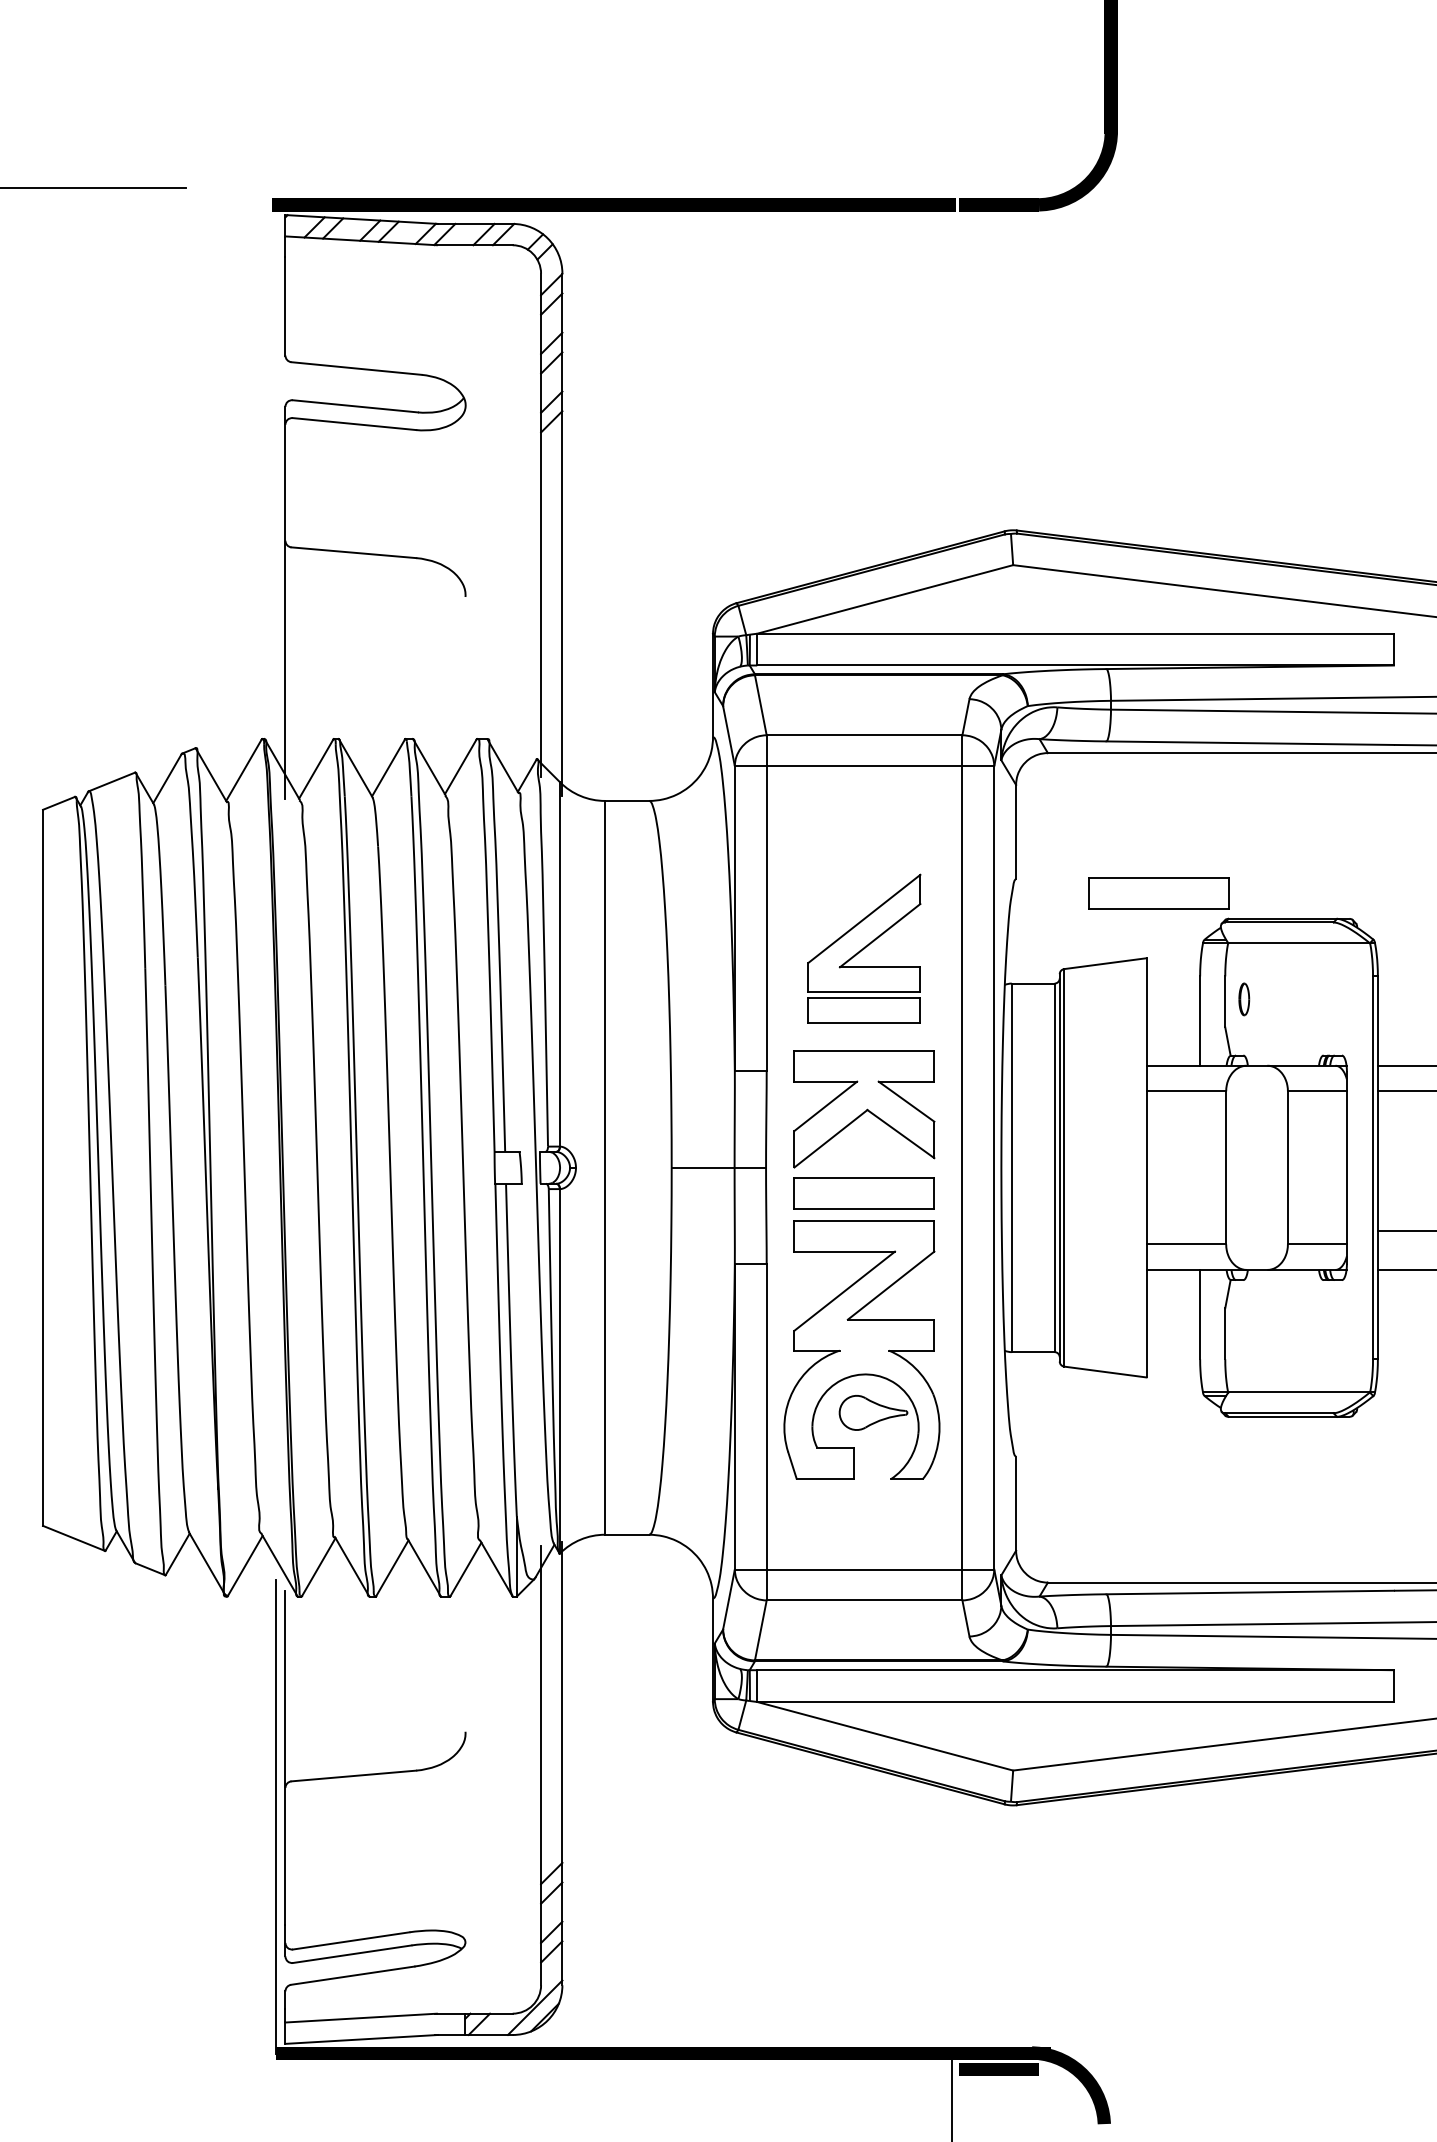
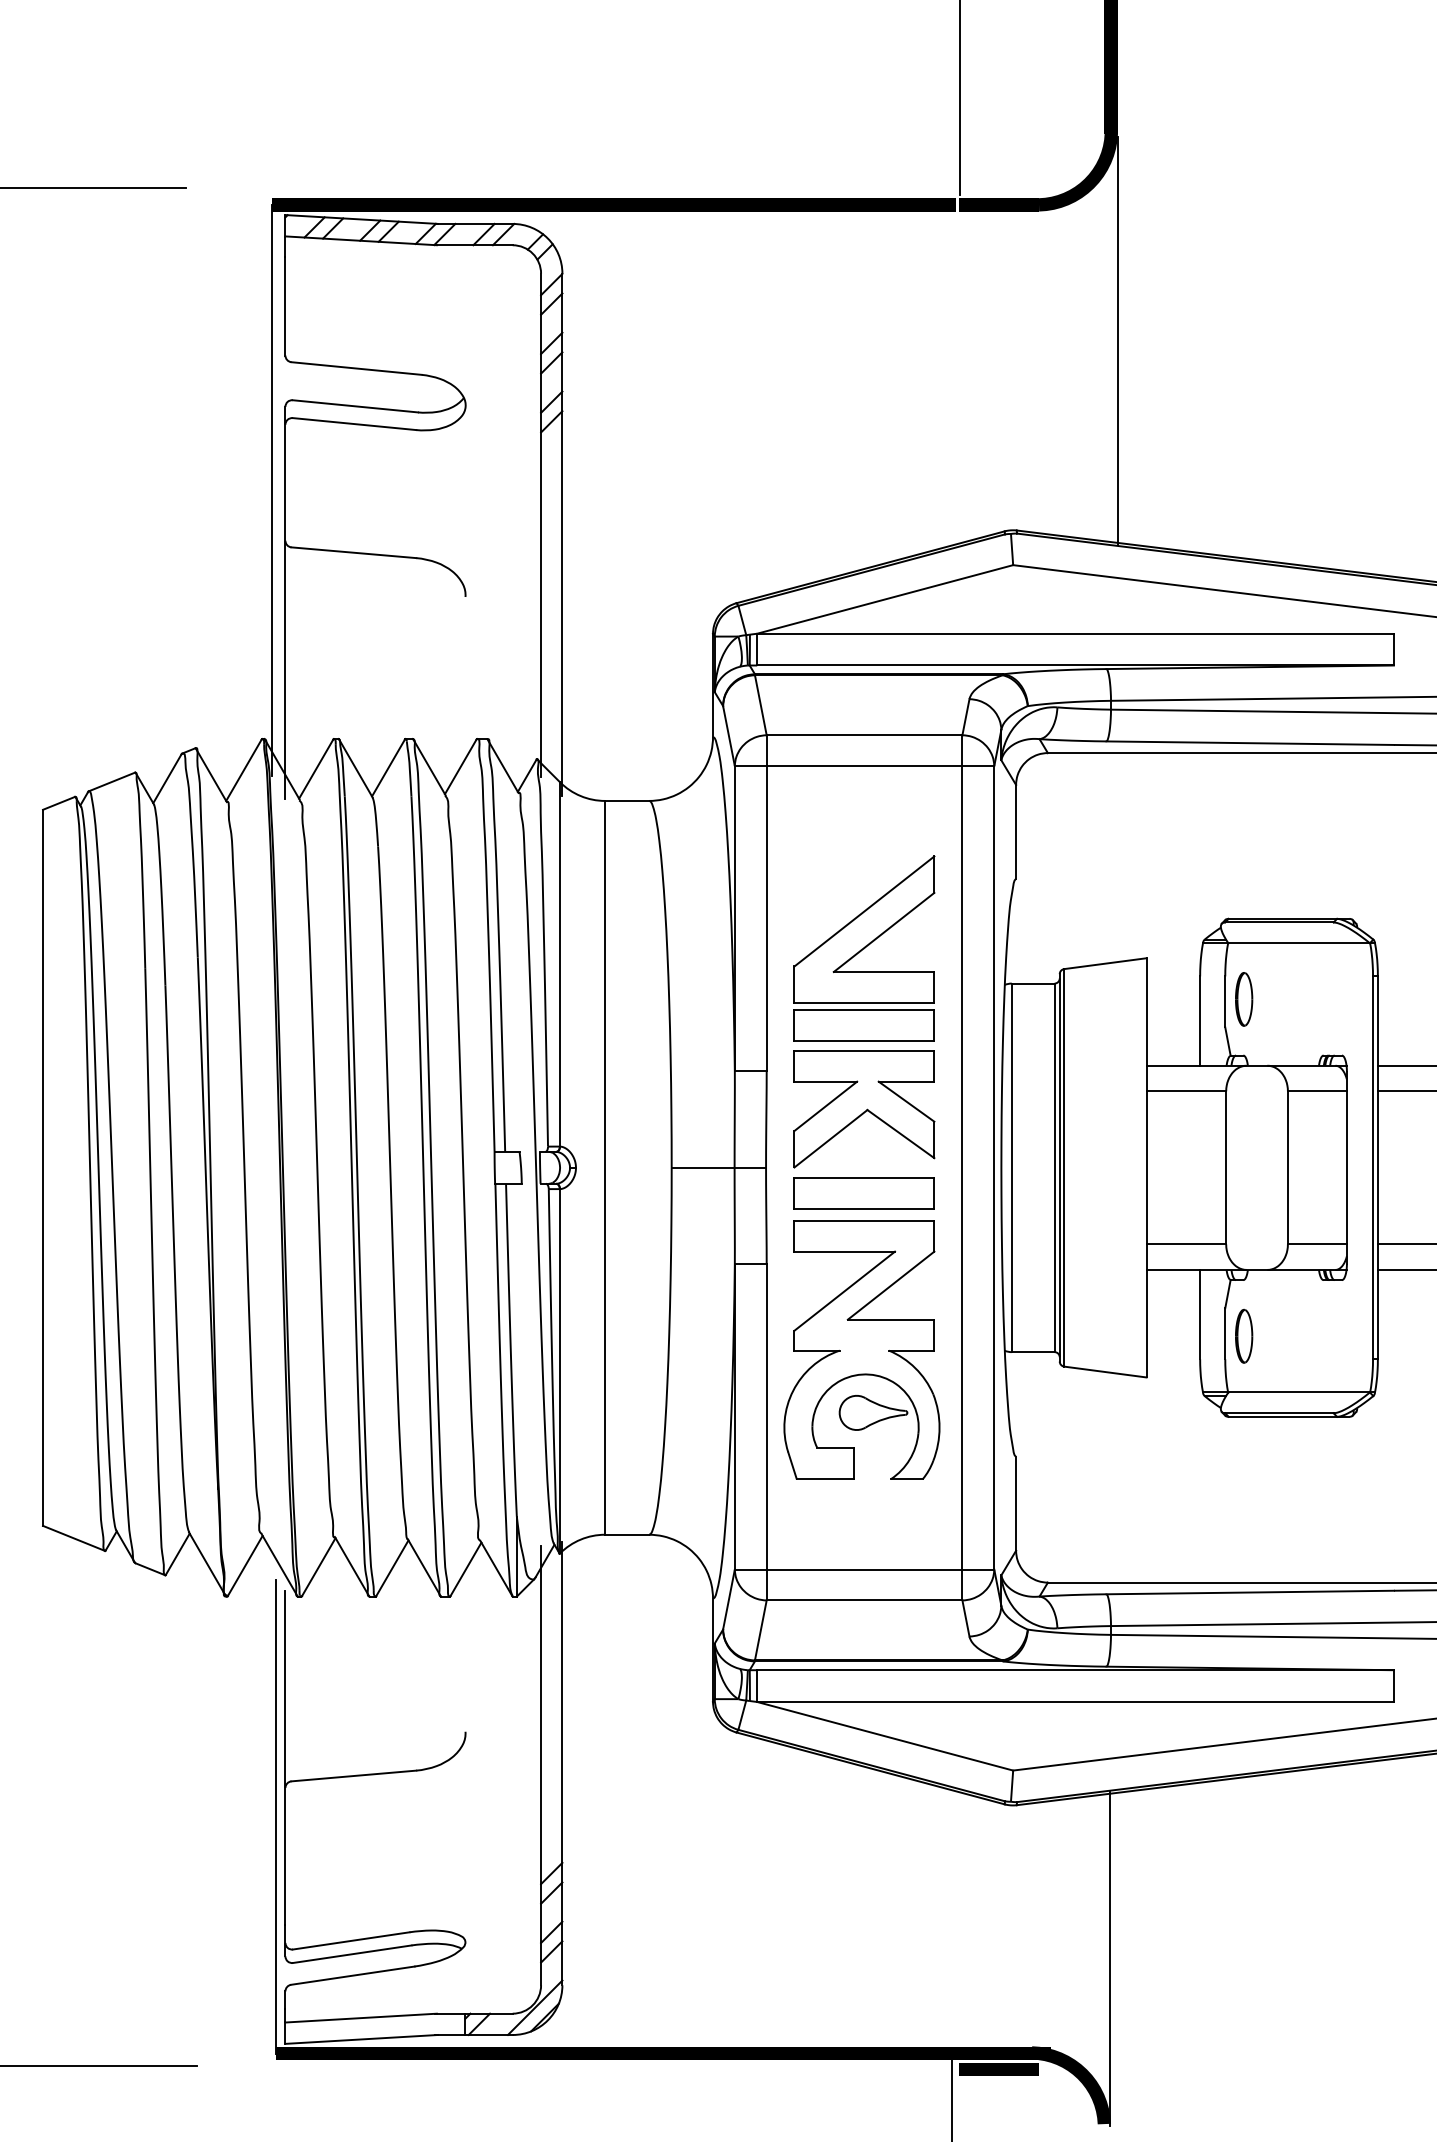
line at (960, 98): none -> present
line at (1117, 340): none -> present
line at (272, 490): none -> present
part at (1158, 893): present -> none
part at (864, 948) size: 115x151 px -> 143x187 px
part at (1244, 999) size: 13x35 px -> 19x55 px
line at (1405, 1231) position: (1405, 1231) -> (1405, 1244)
part at (1244, 1335): none -> present
line at (1109, 1959): none -> present
line at (99, 2066): none -> present
